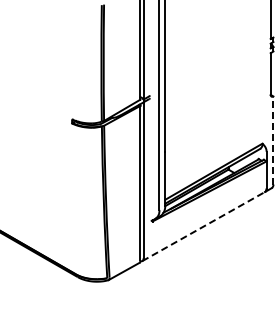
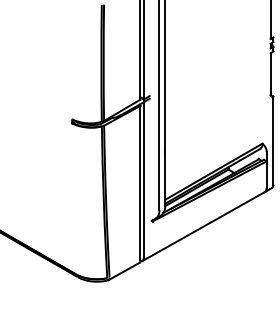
line at (273, 140): dashed -> solid
line at (204, 226): dashed -> solid
